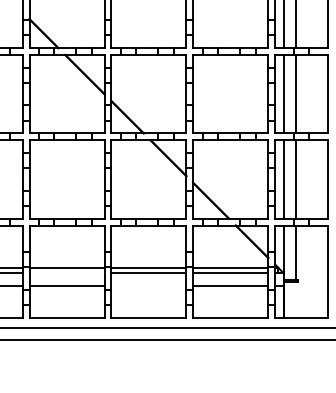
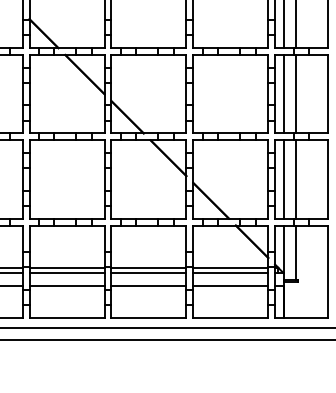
line at (66, 273): none -> present
line at (148, 285): none -> present
